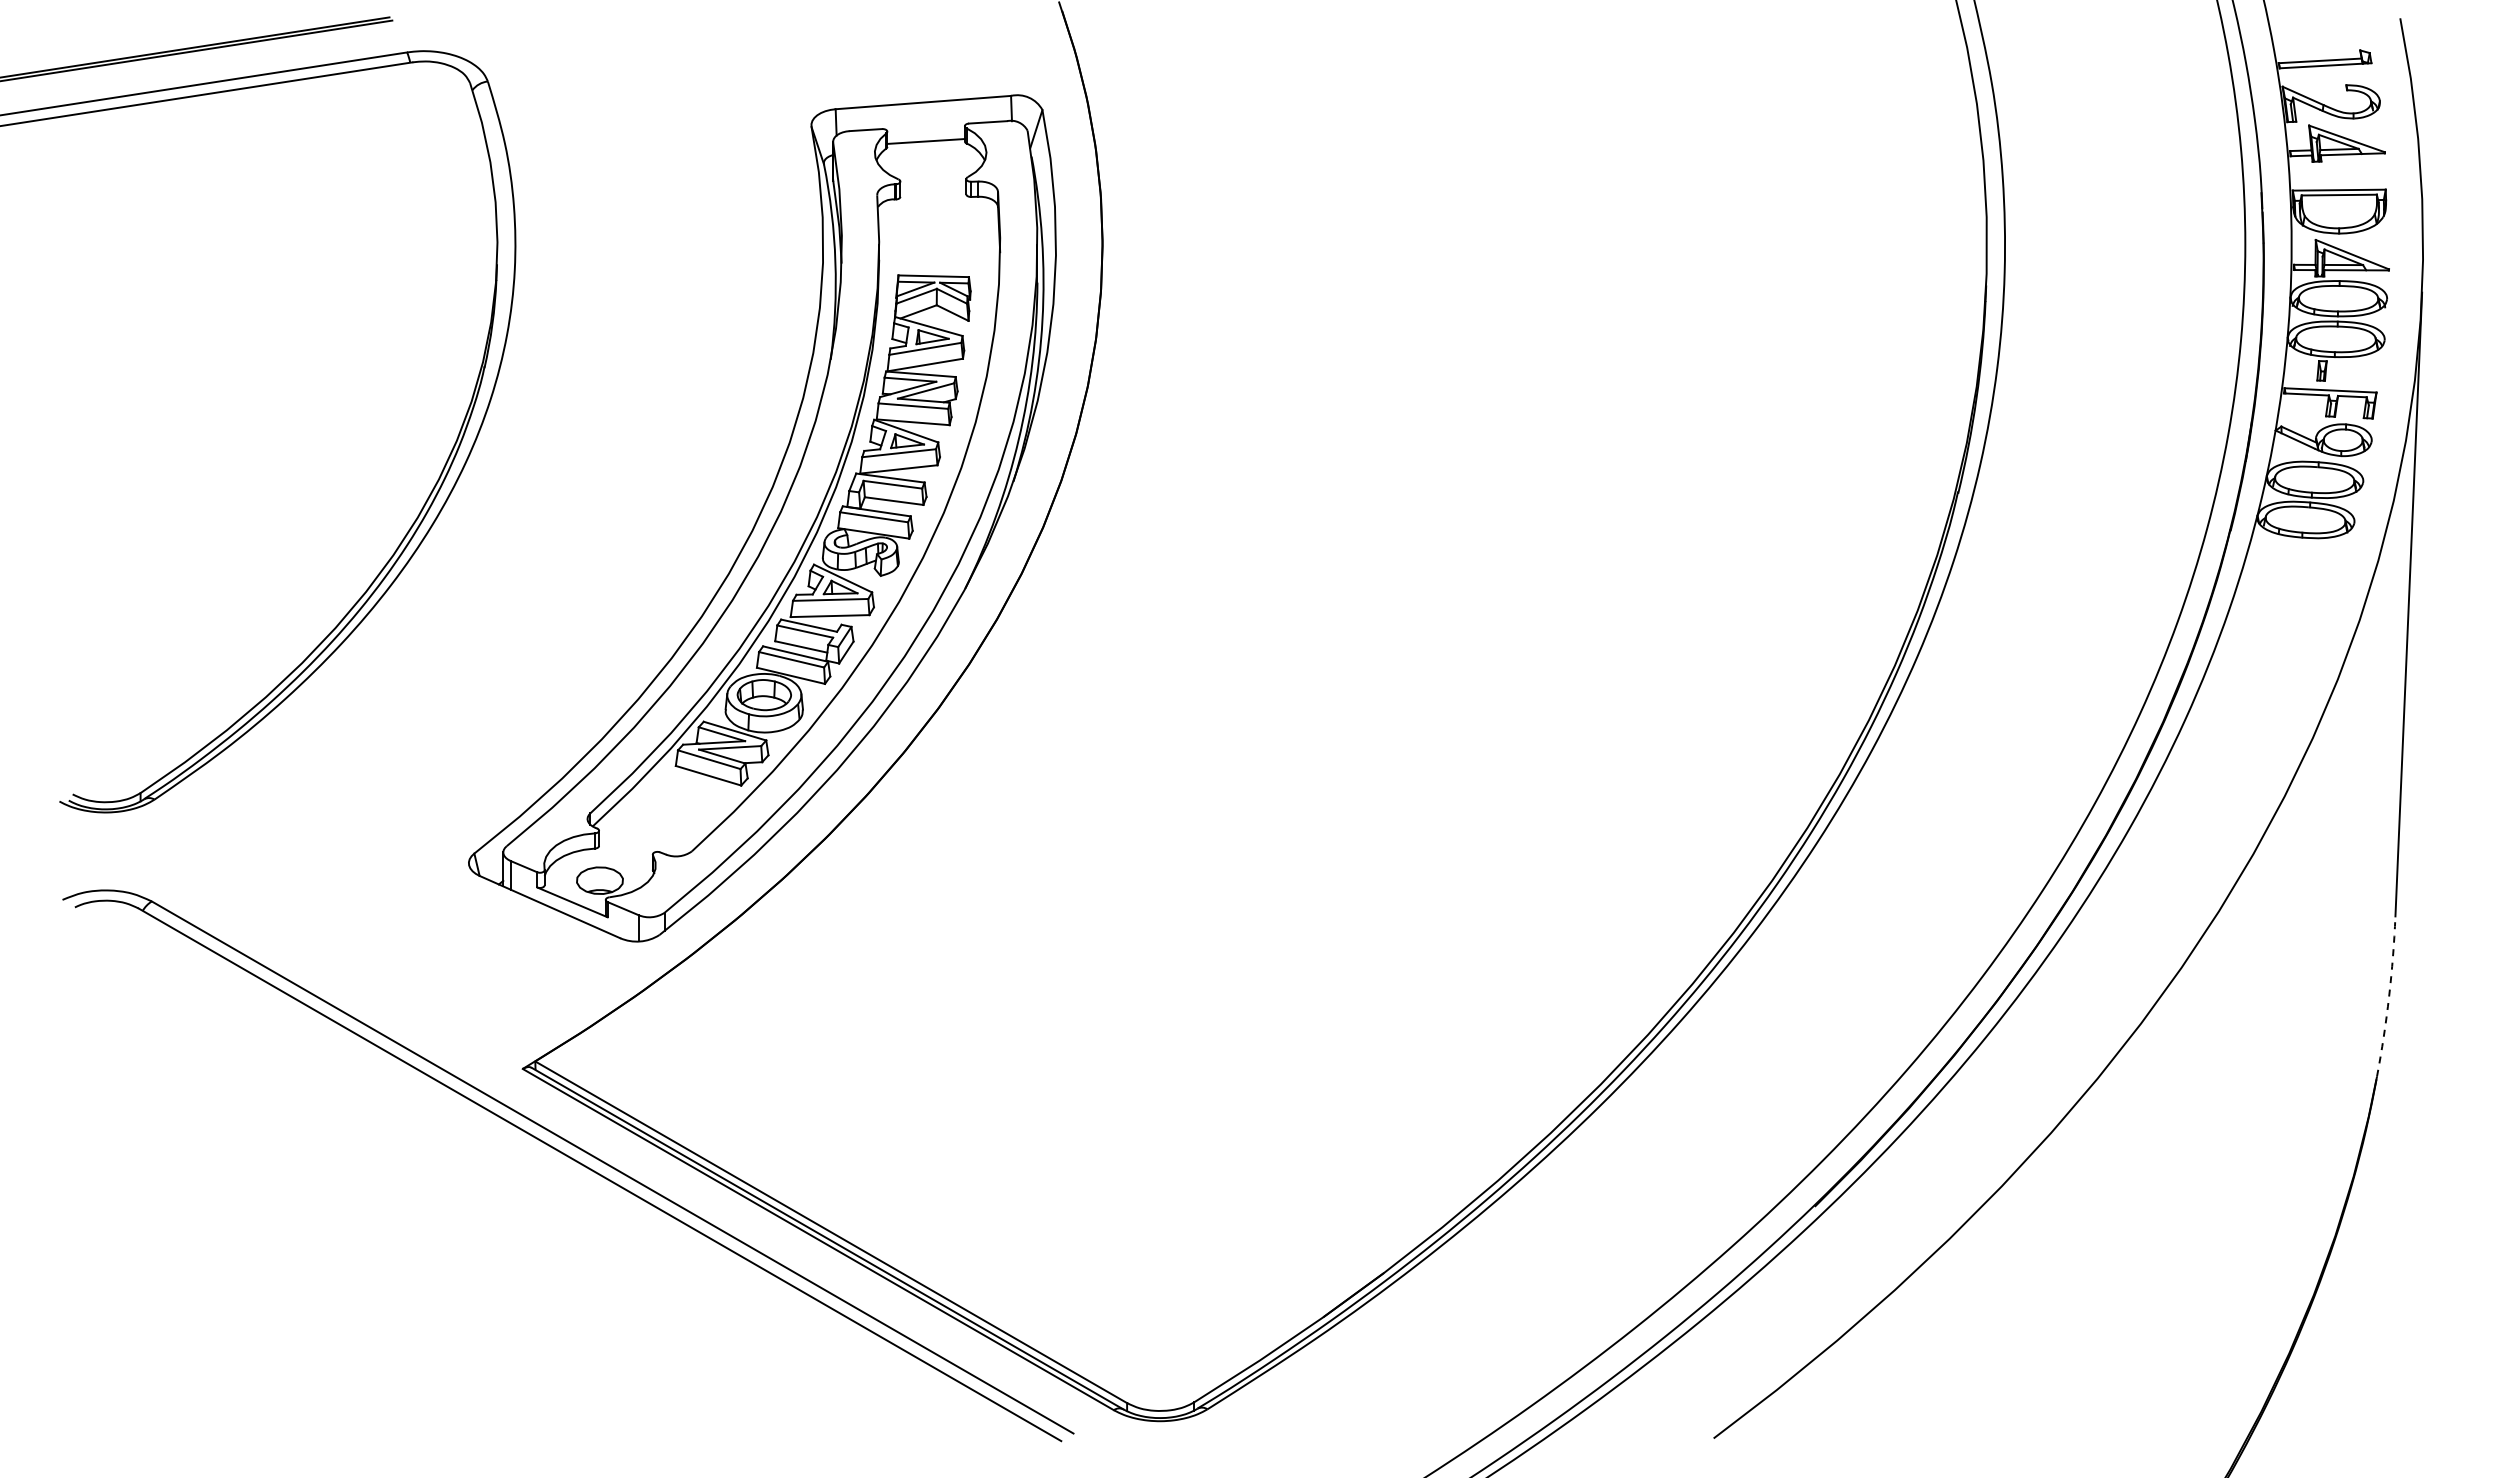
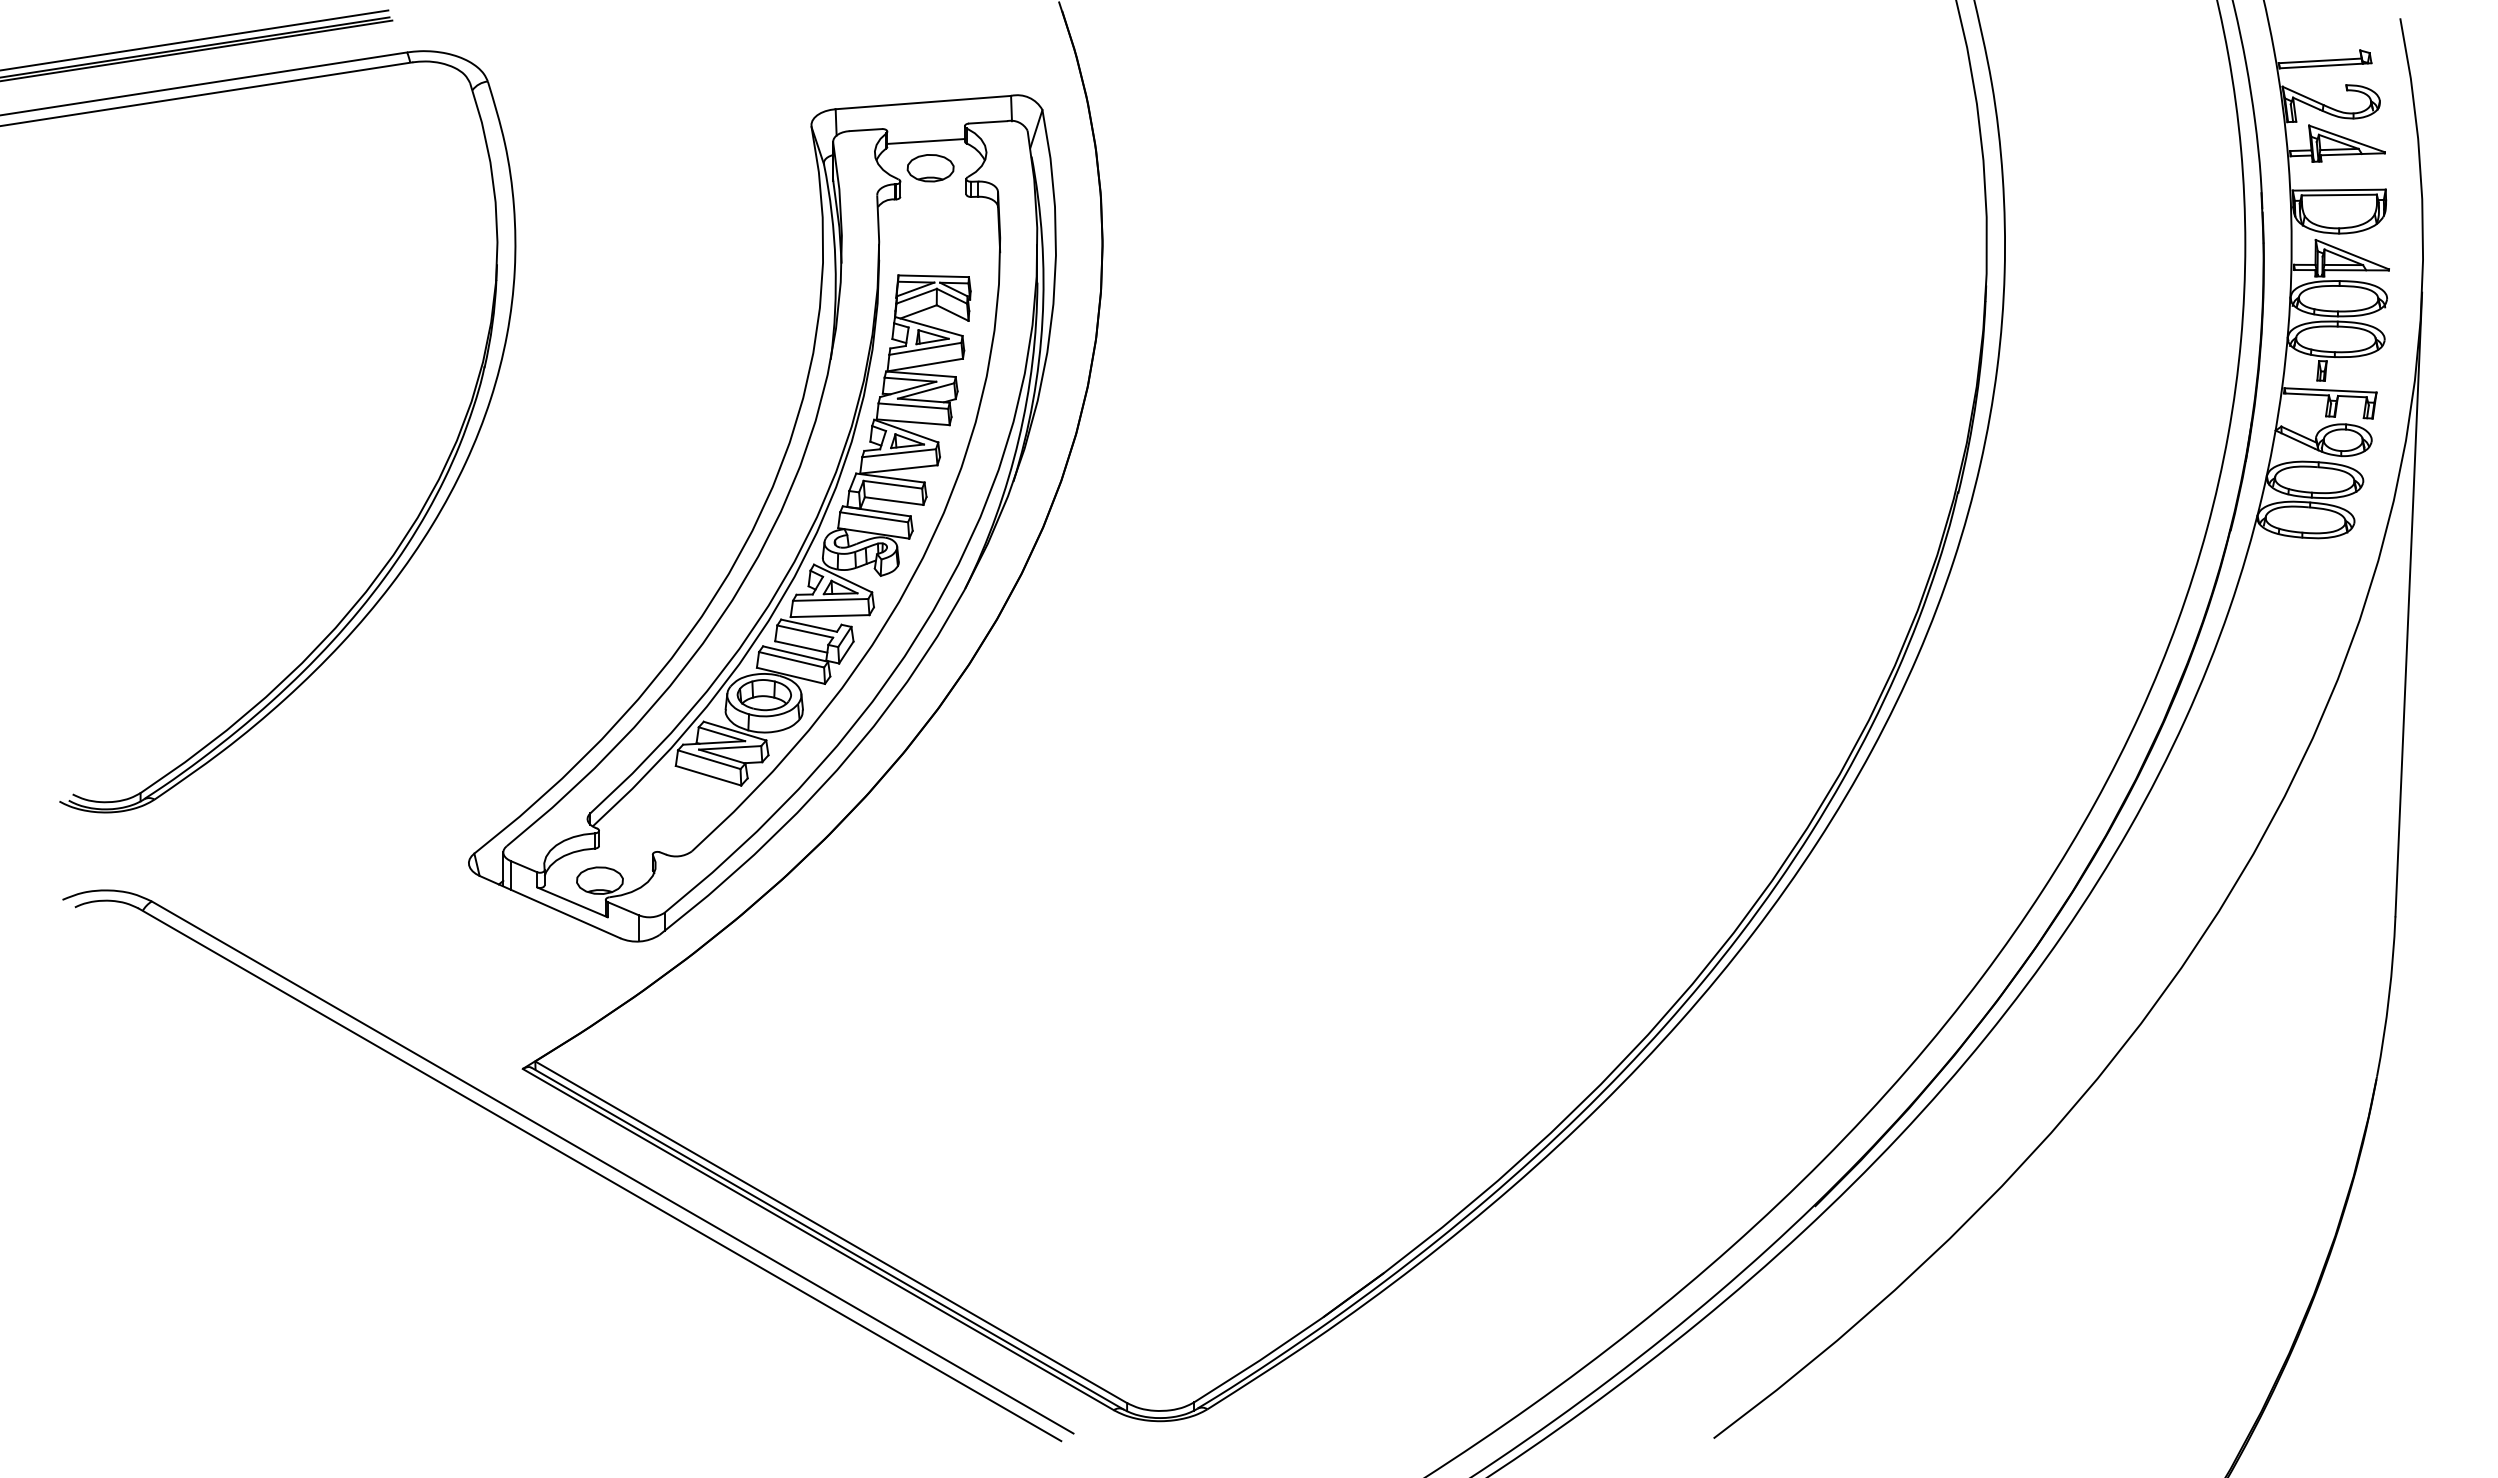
line at (195, 40): none -> present
part at (930, 168): none -> present
arc at (2389, 996): dashed -> solid
